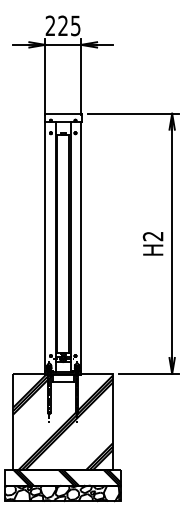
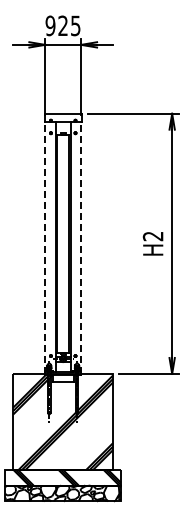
text at (50, 25): 225 -> 925
line at (45, 247): solid -> dashed
line at (81, 247): solid -> dashed
